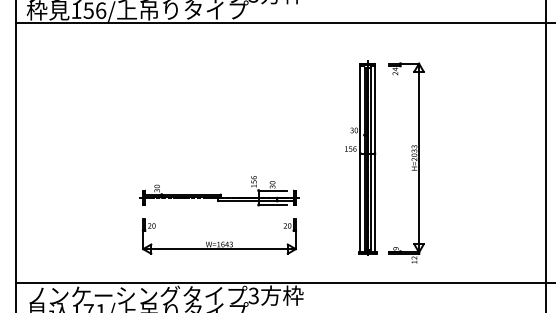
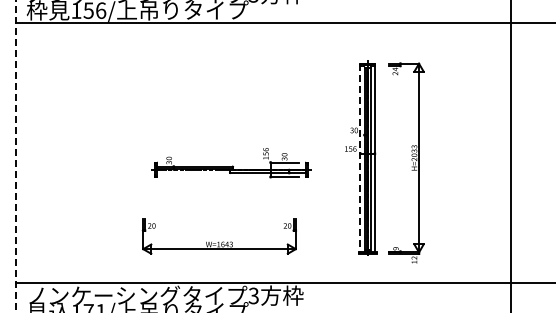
line at (545, 155) position: (545, 155) -> (510, 155)
line at (16, 156): solid -> dashed
line at (360, 158): solid -> dashed
part at (219, 191) position: (219, 191) -> (231, 163)
